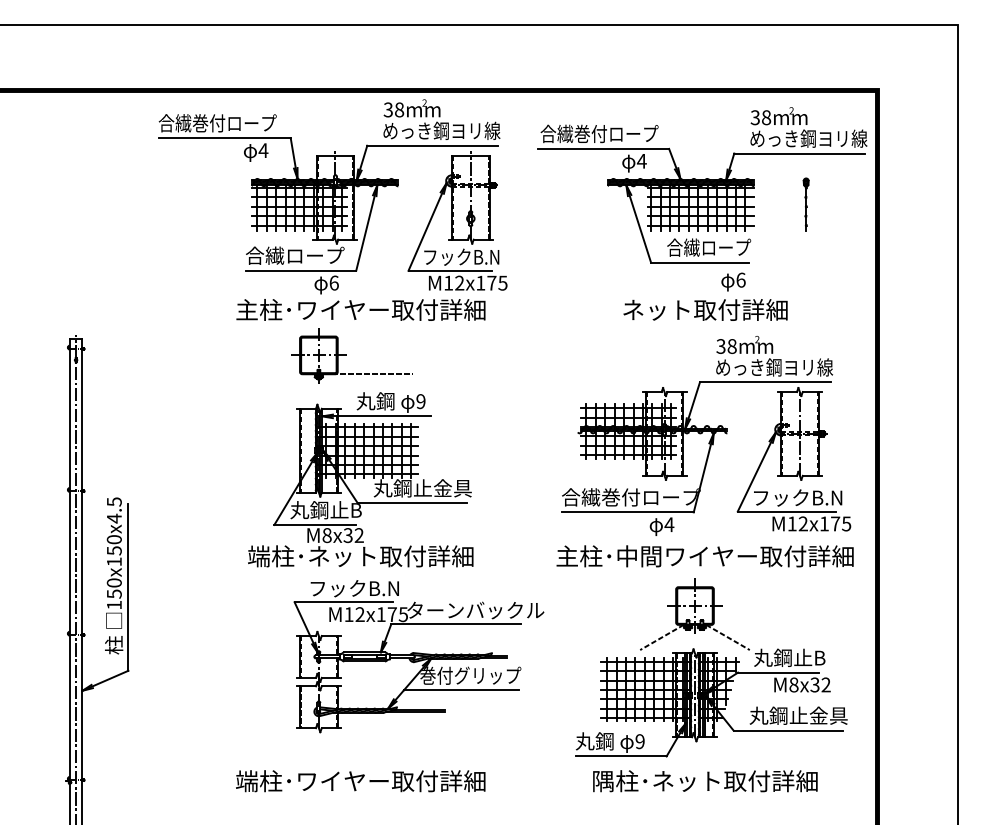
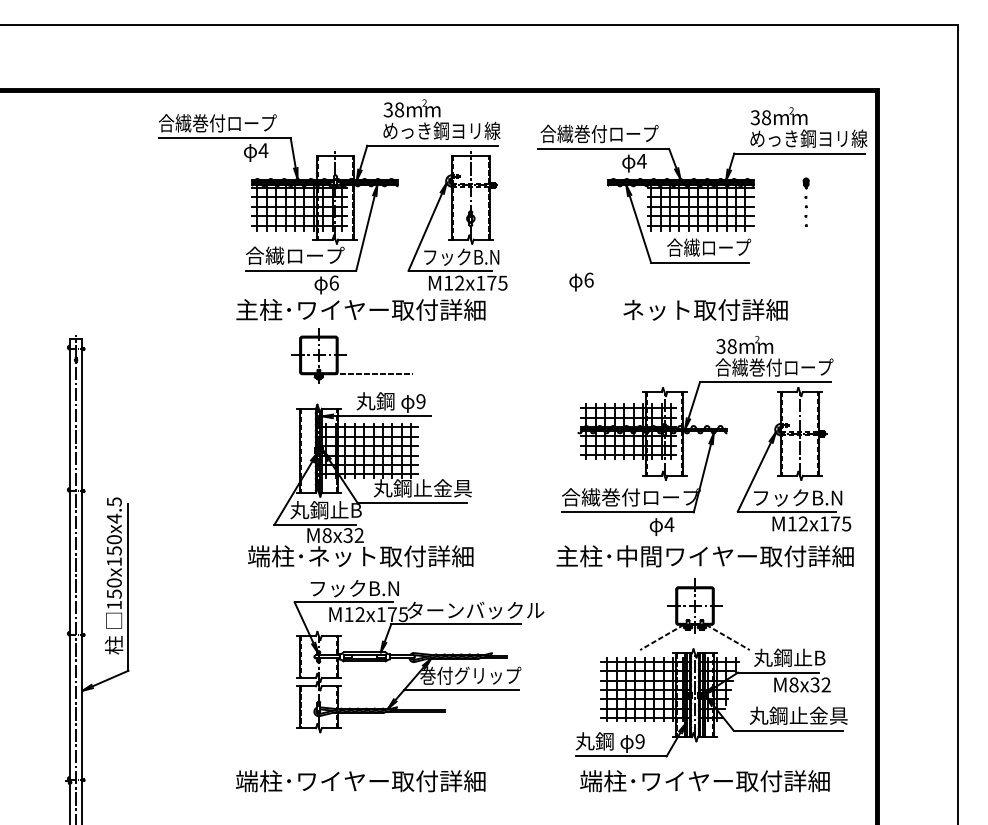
line at (806, 208): present -> none
text at (733, 281) position: (733, 281) -> (581, 281)
text at (774, 367): めっき鋼ヨリ線 -> 合繊巻付ロープ
text at (704, 781): 隅柱･ネット取付詳細 -> 端柱･ワイヤー取付詳細
